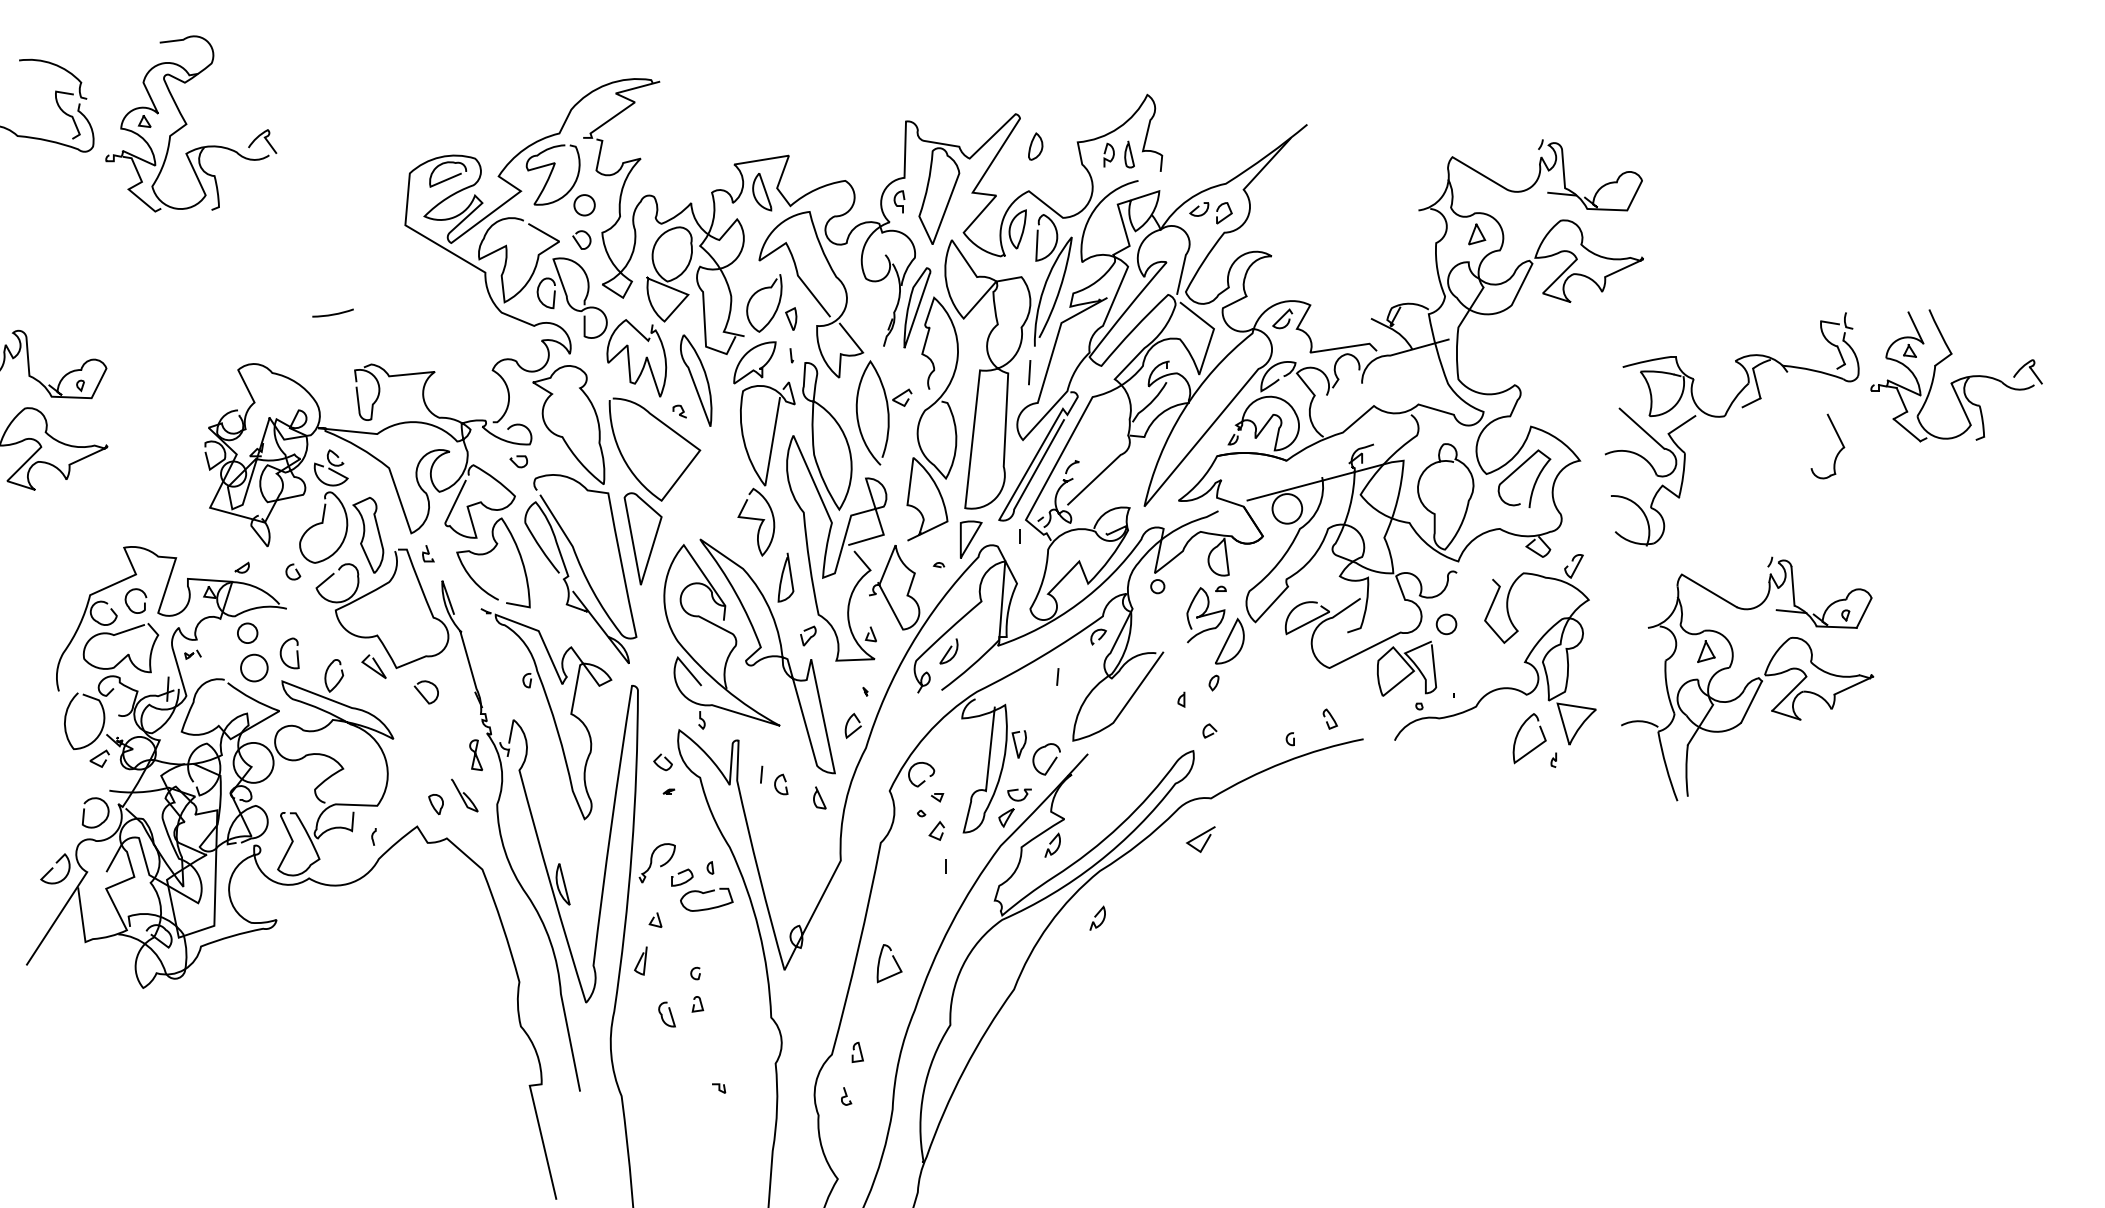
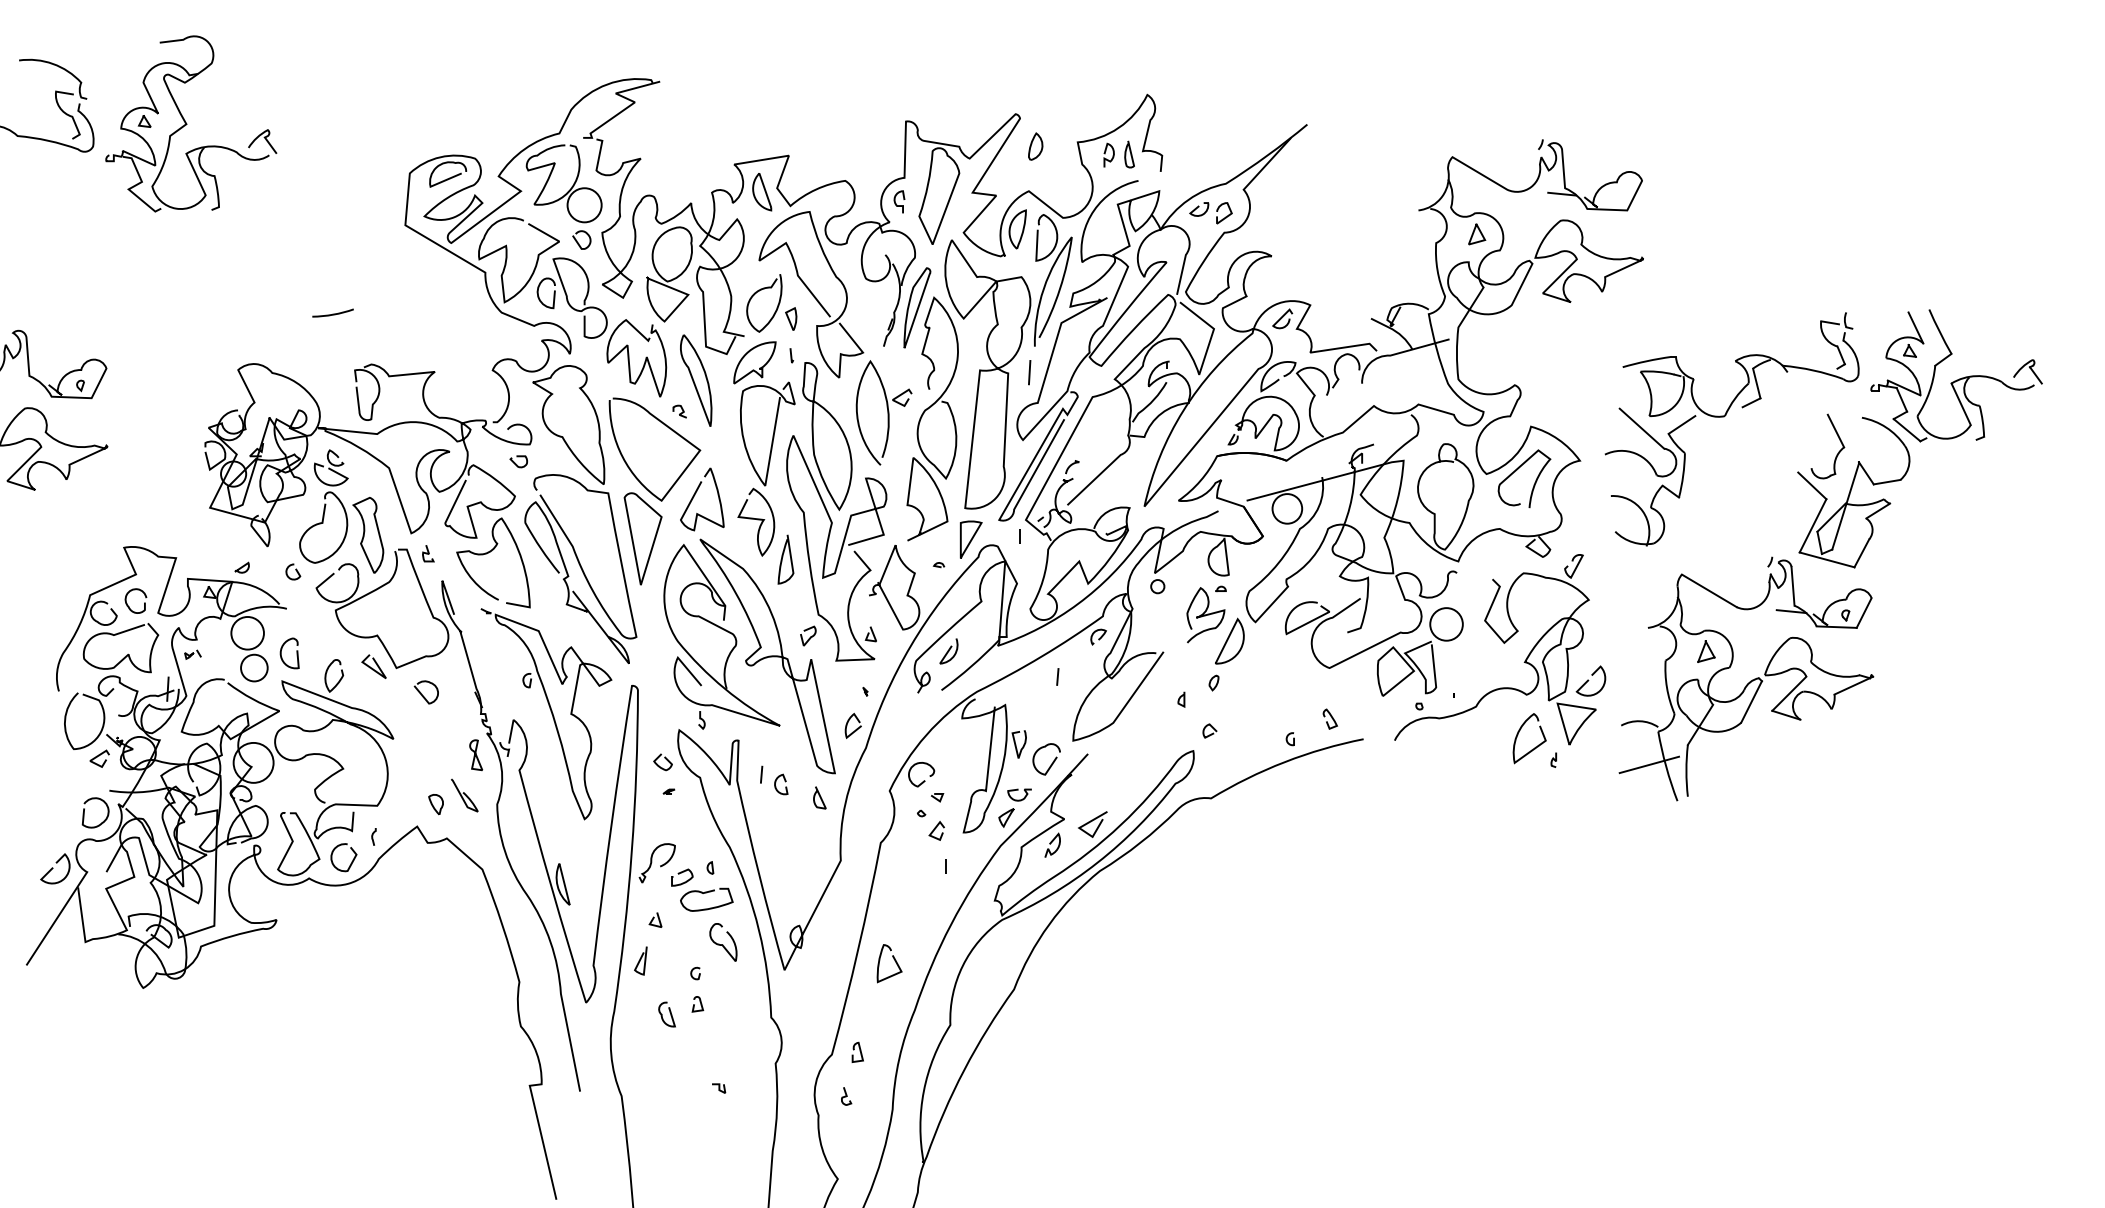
circle at (584, 205) diameter: 20 px -> 34 px
part at (1853, 492): none -> present
curve at (695, 495): none -> present
curve at (783, 575) position: (783, 575) -> (783, 557)
circle at (1446, 624) diameter: 20 px -> 33 px
circle at (247, 633) diameter: 20 px -> 33 px
curve at (1589, 680): none -> present
line at (1649, 764): none -> present
line at (1199, 837) position: (1199, 837) -> (1091, 822)
curve at (351, 861): none -> present
curve at (1096, 916): present -> none
curve at (723, 944): none -> present
